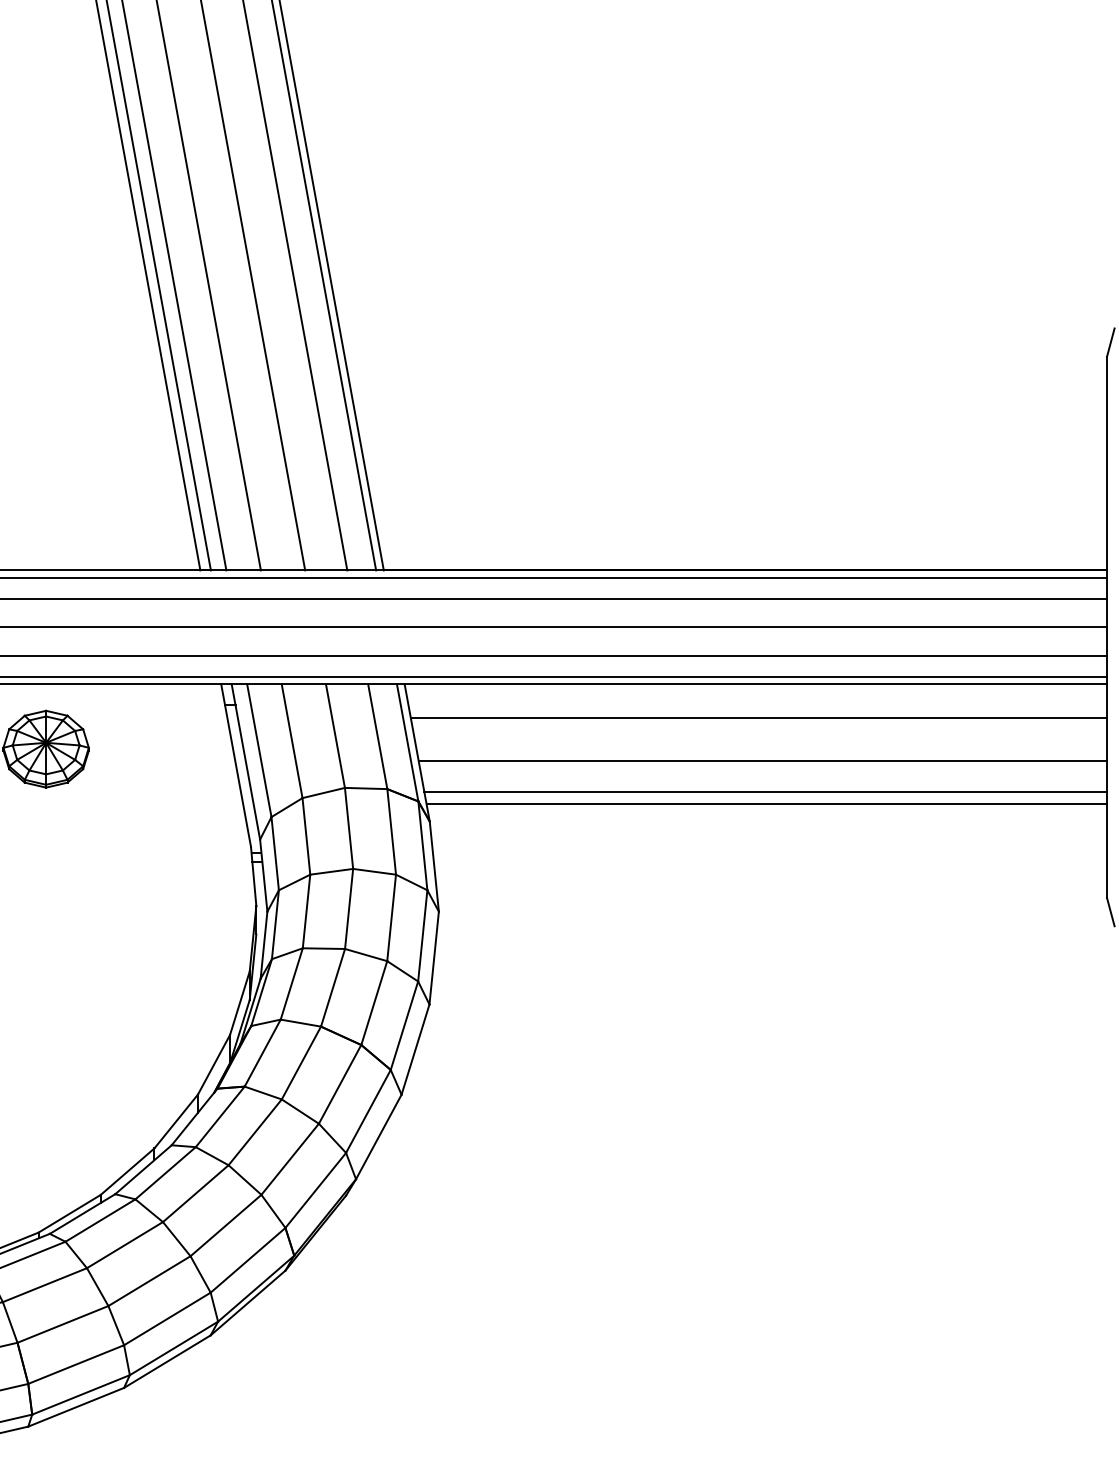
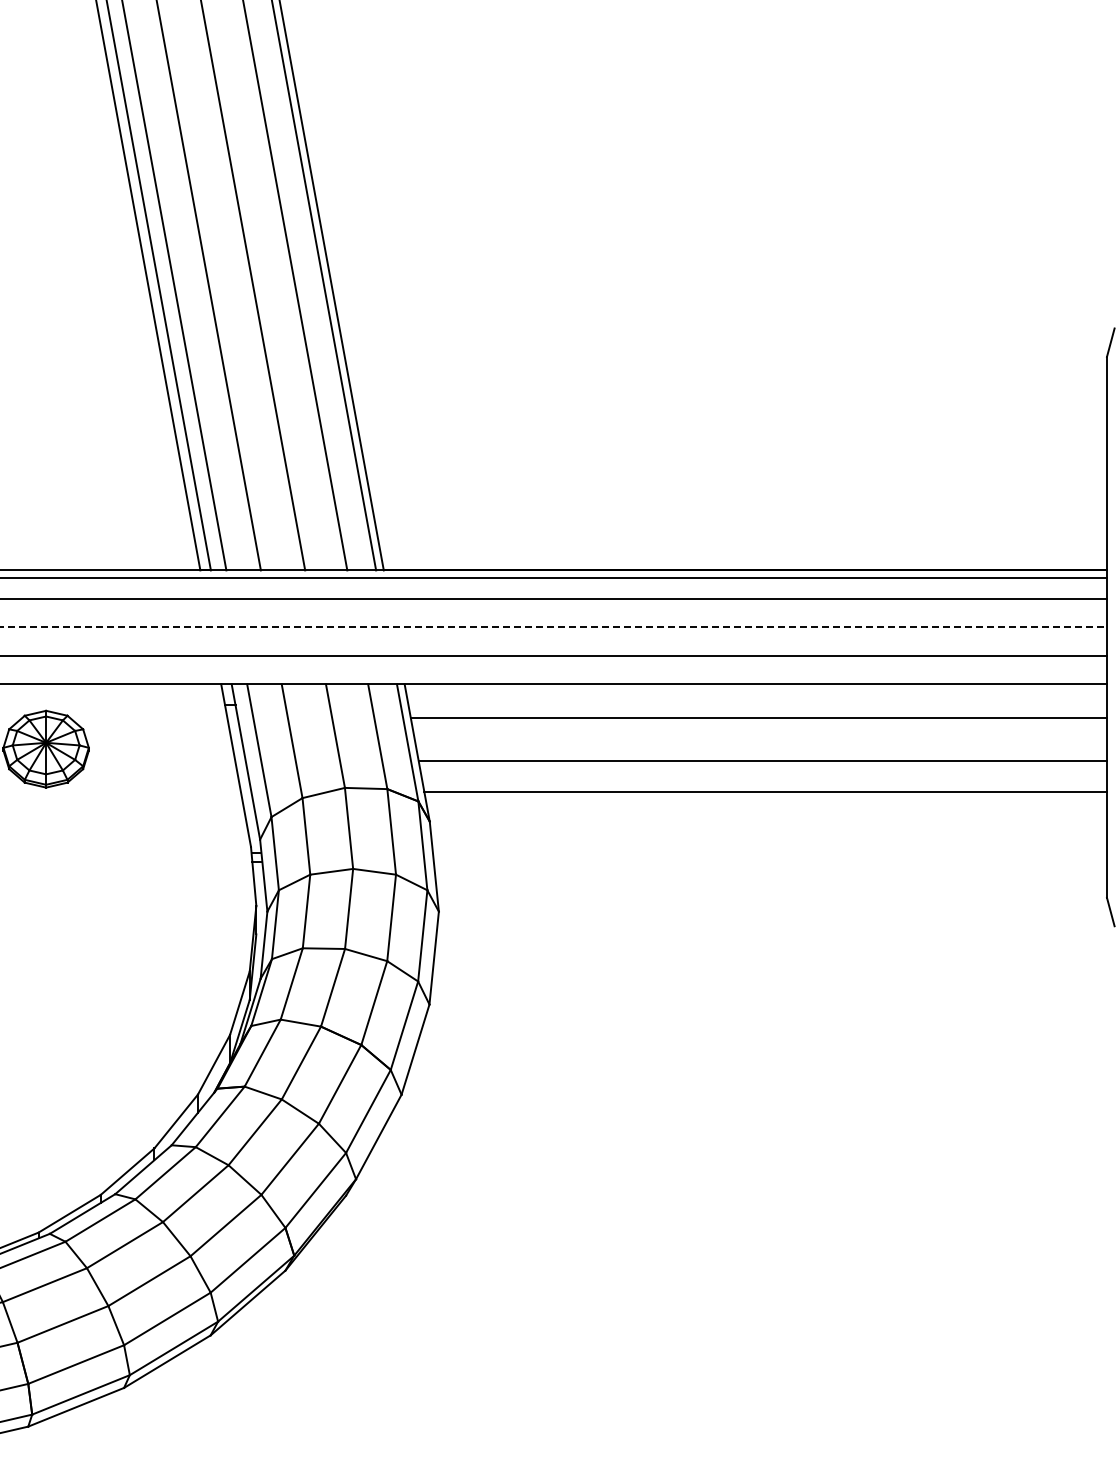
line at (553, 627): solid -> dashed
line at (554, 676): present -> none
line at (766, 803): present -> none
